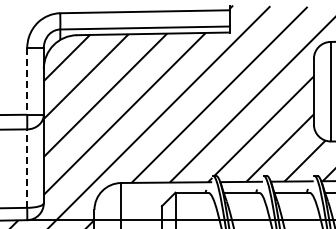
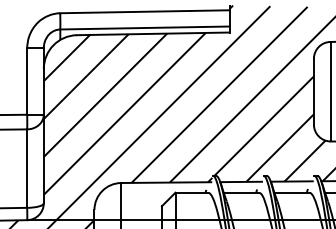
line at (27, 82): dashed -> solid
line at (27, 168): dashed -> solid
